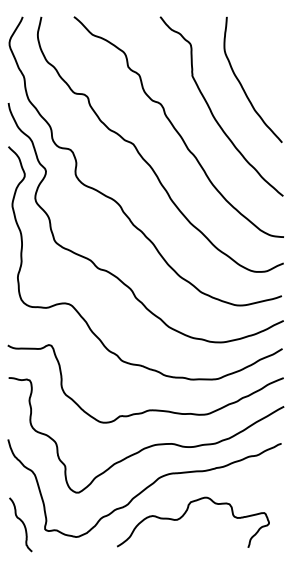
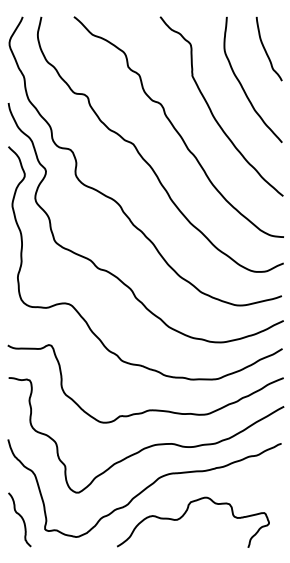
curve at (266, 50): none -> present
curve at (21, 522) position: (21, 522) -> (20, 517)
